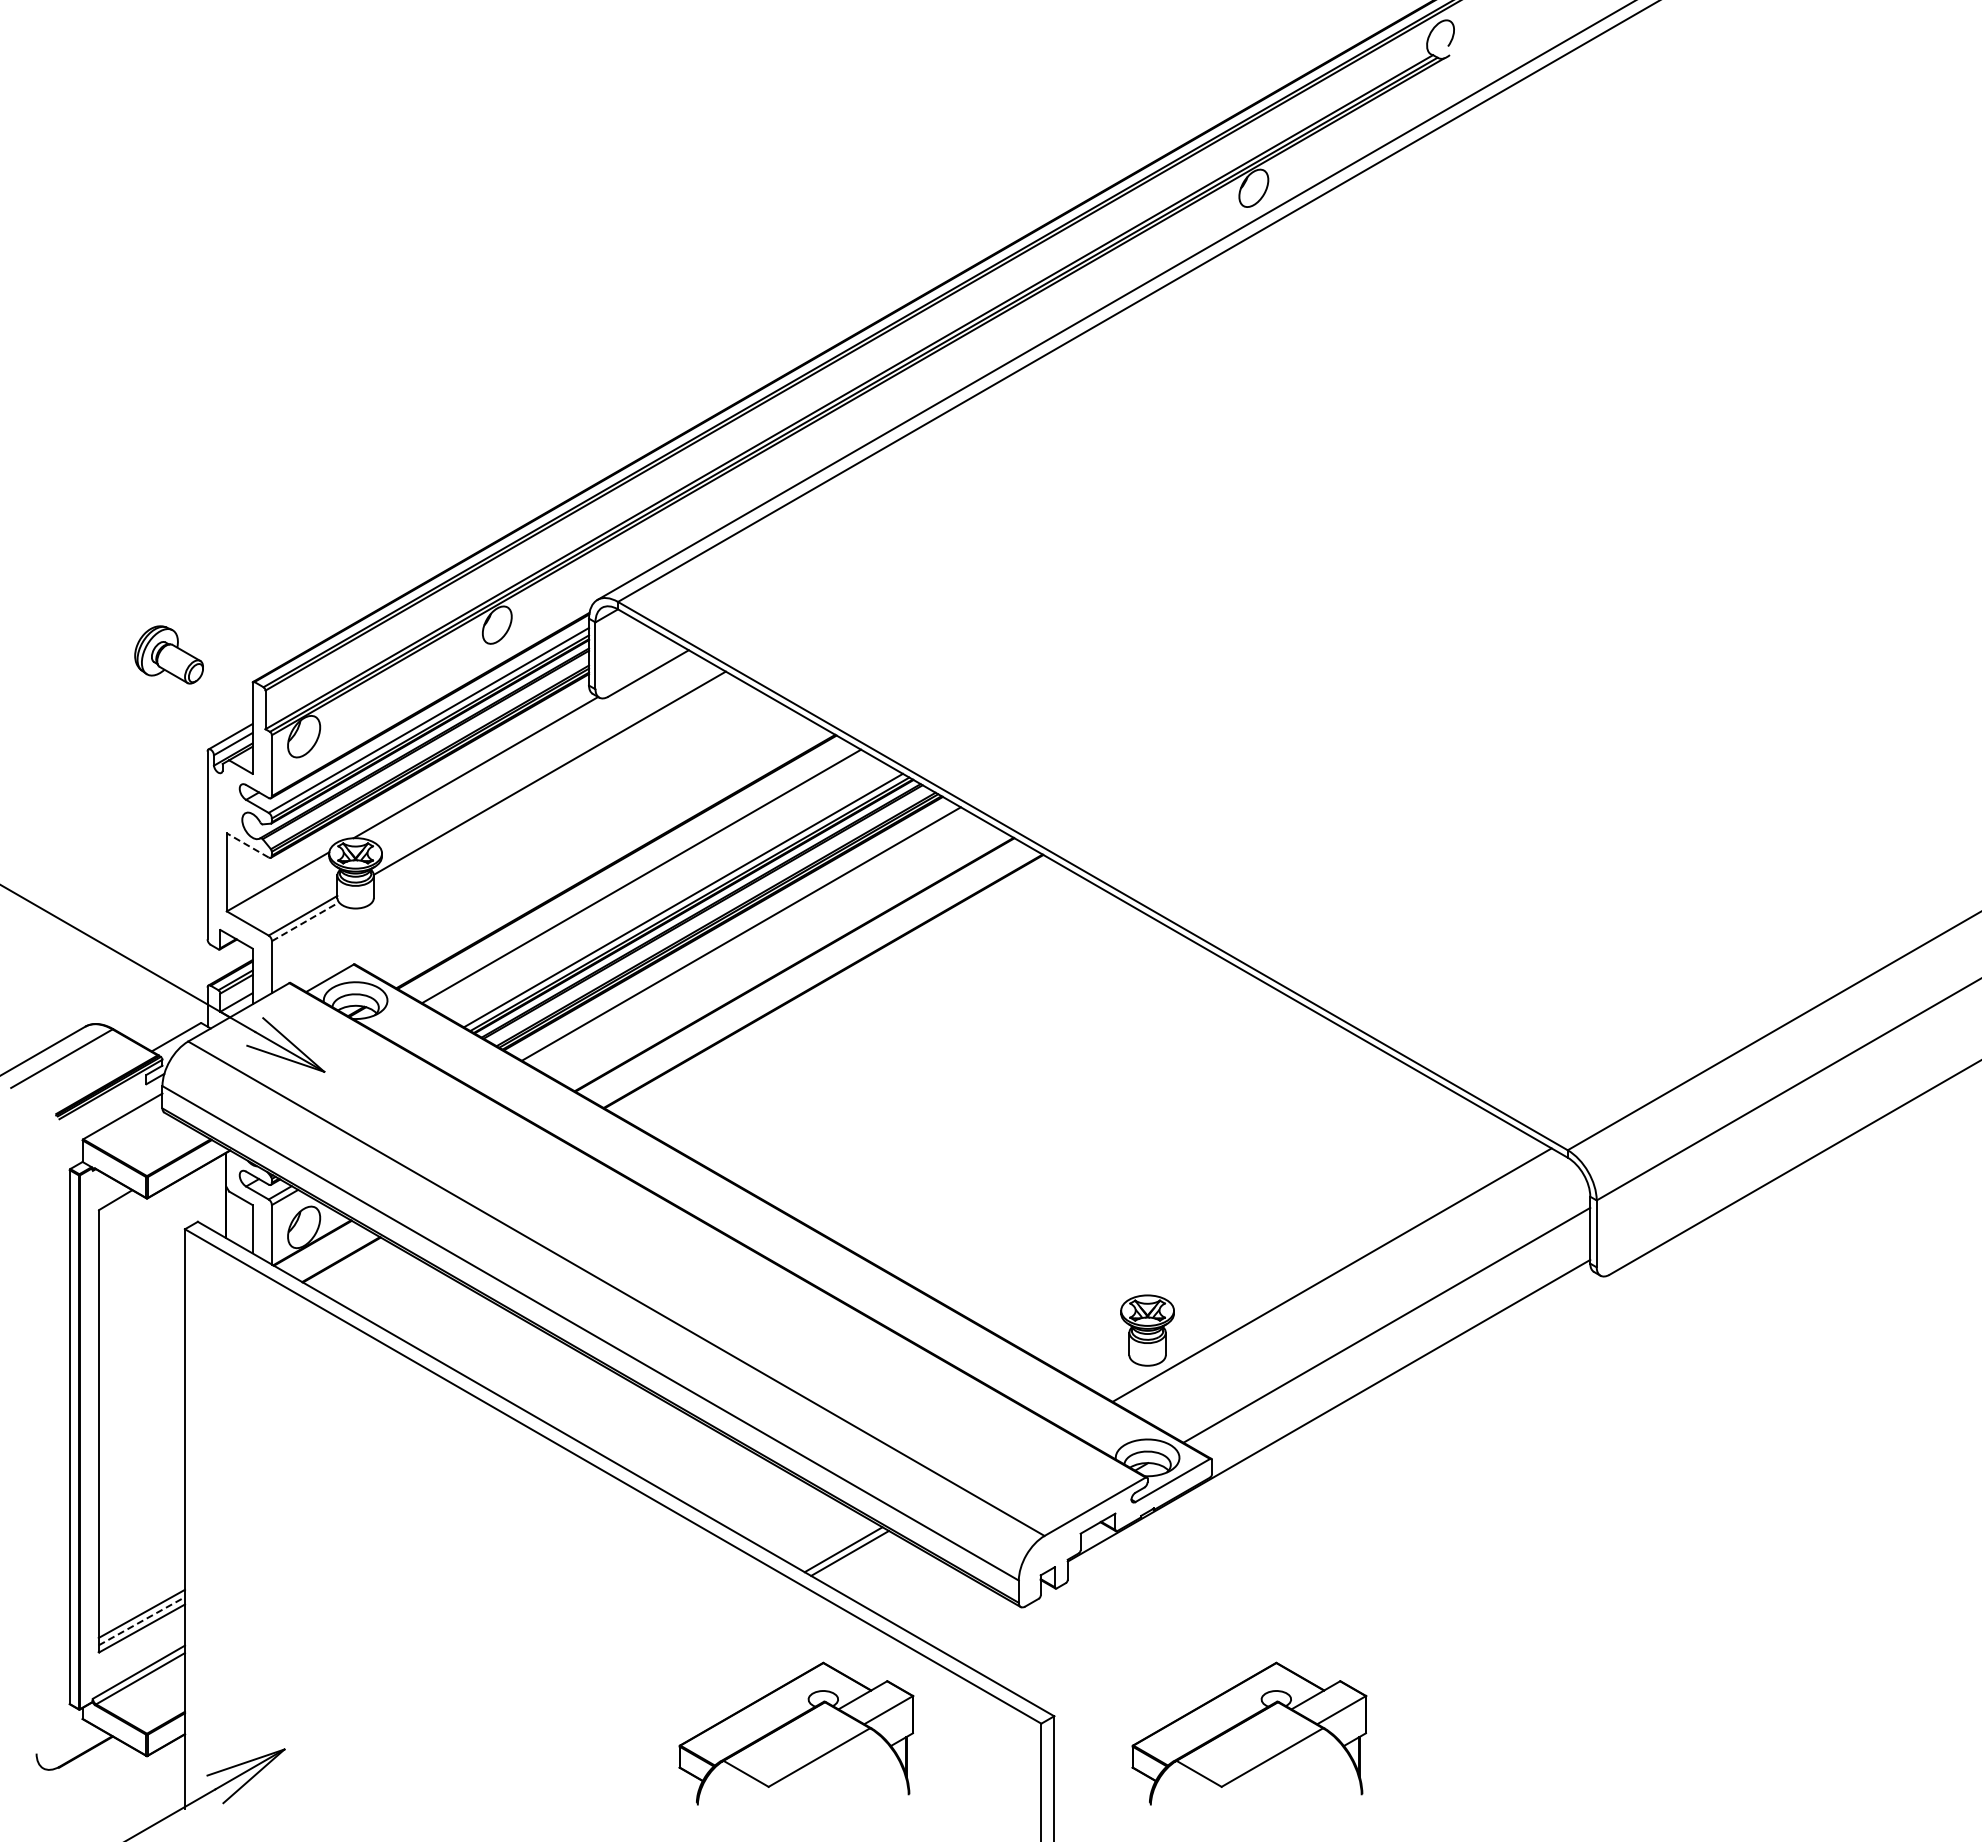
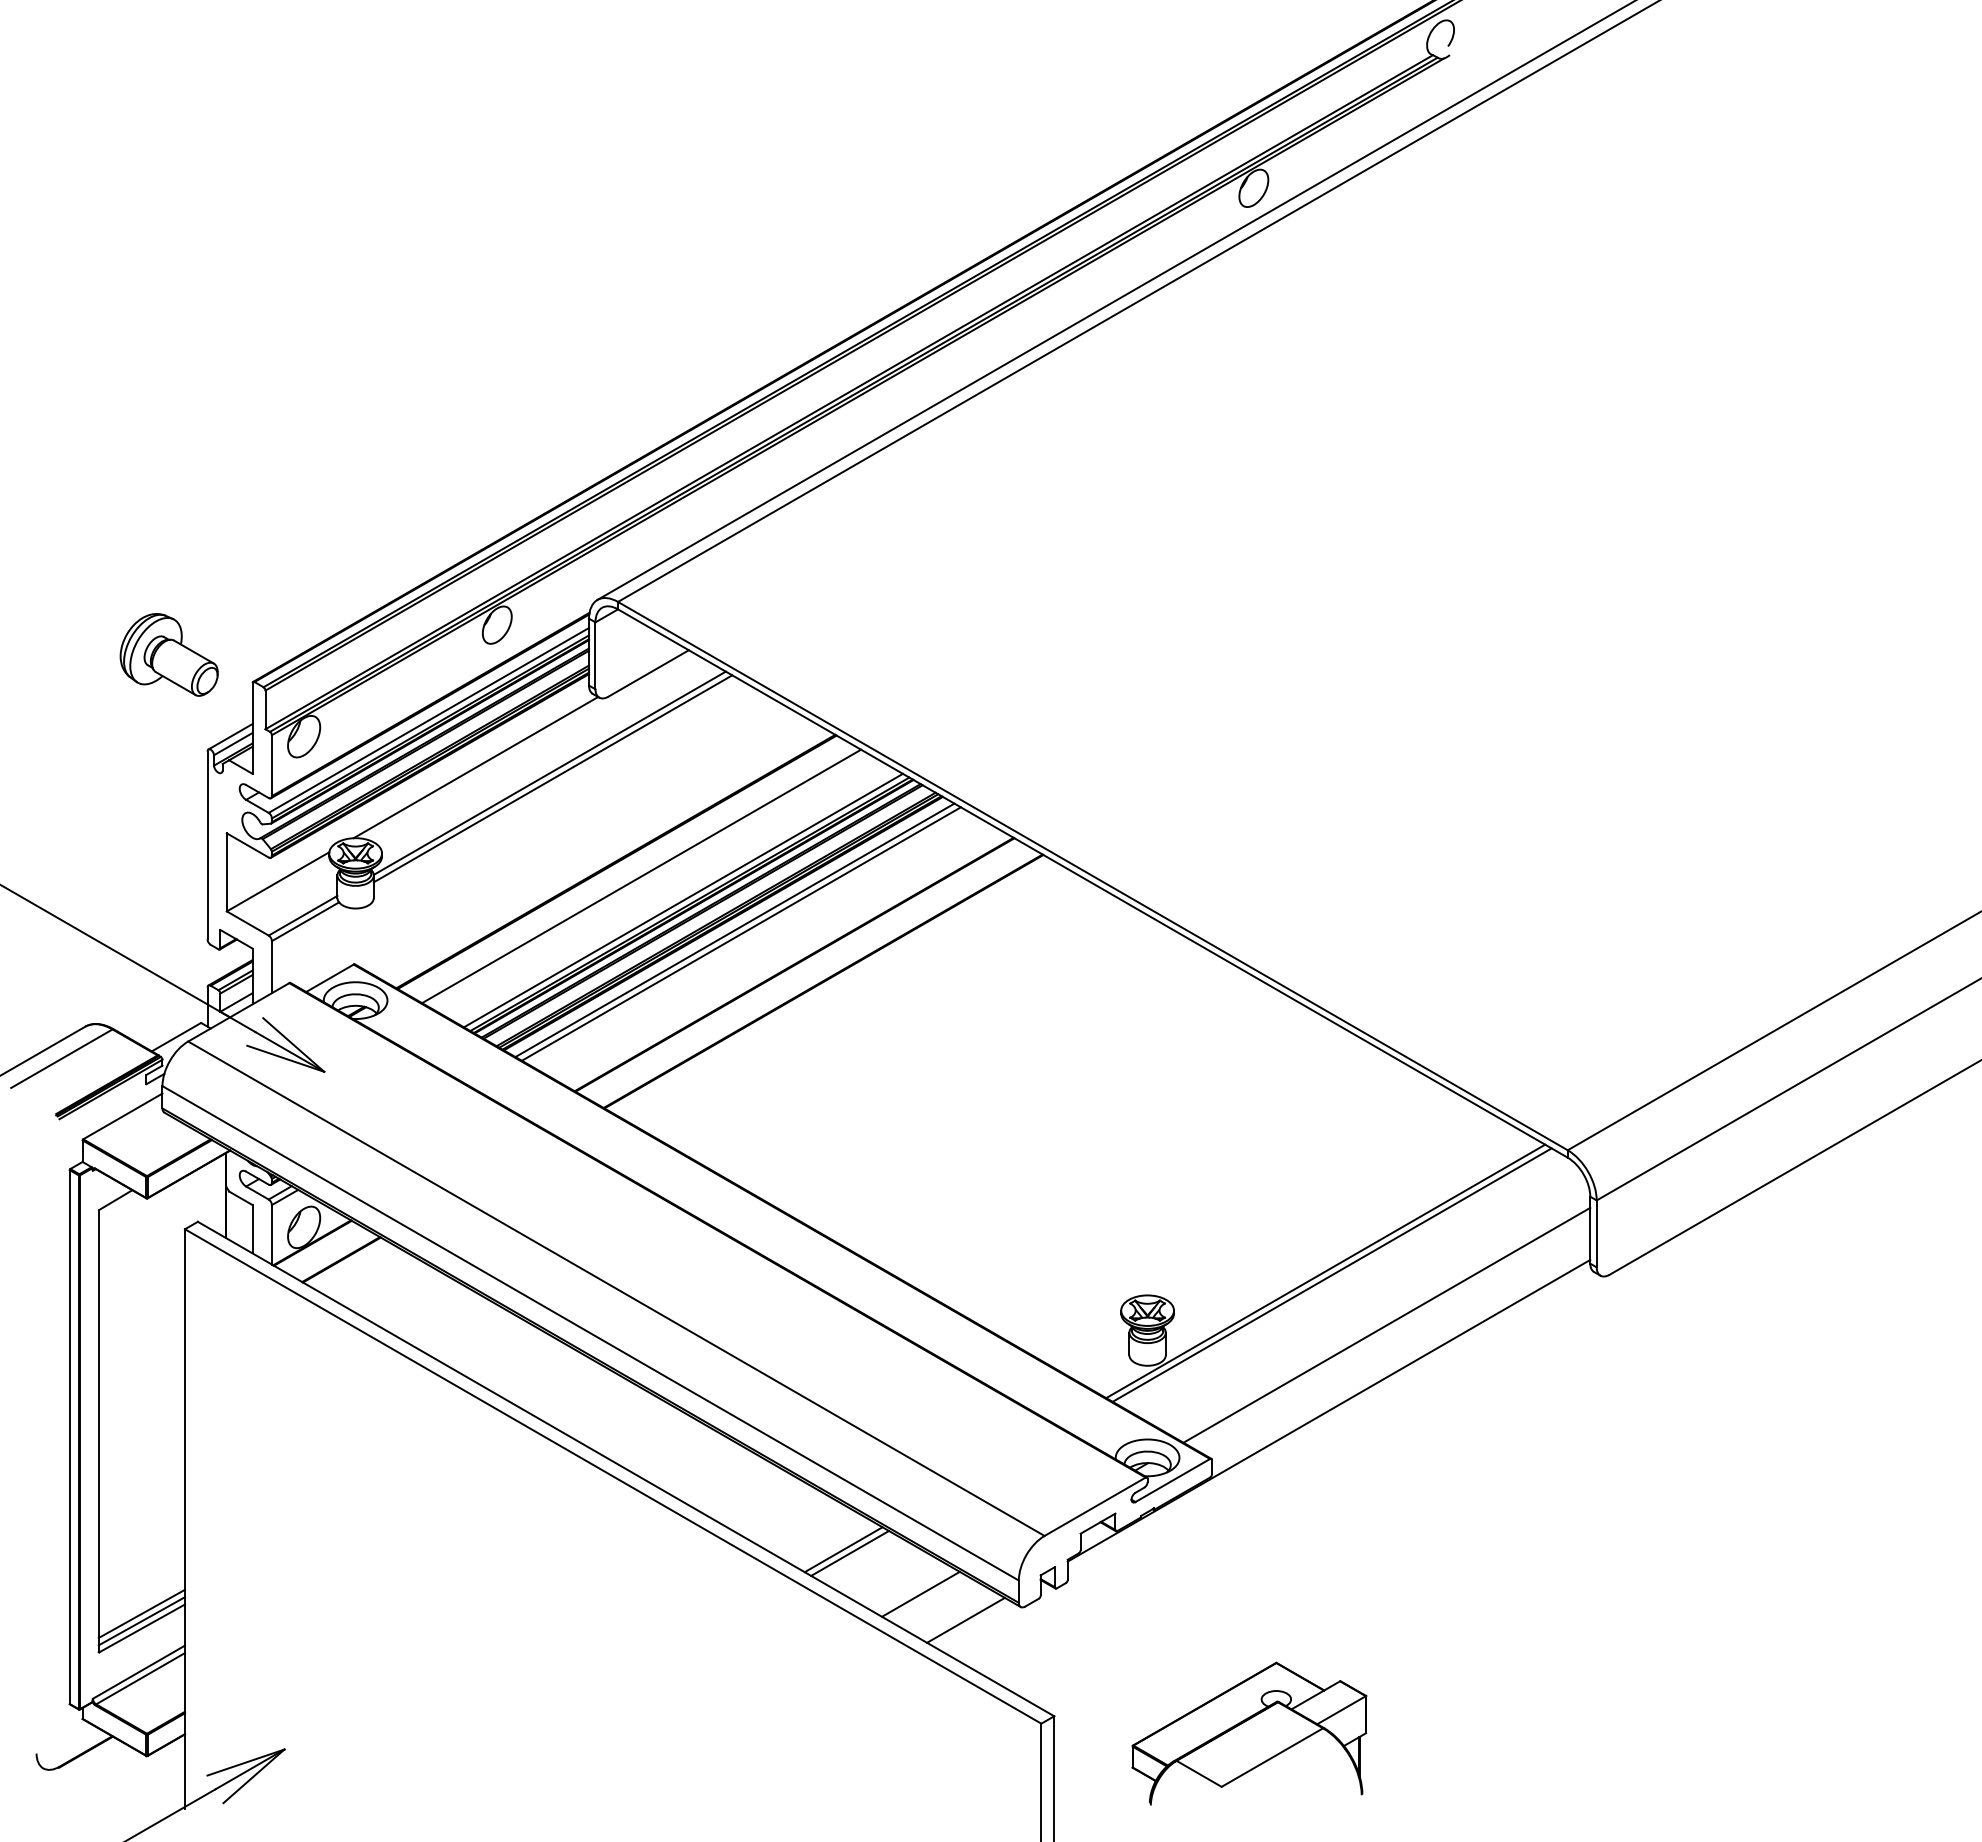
part at (168, 654) size: 70x60 px -> 100x84 px
line at (552, 778): none -> present
line at (247, 845): dashed -> solid
line at (305, 921): dashed -> solid
line at (734, 930): none -> present
line at (1325, 1271): none -> present
line at (920, 1593): none -> present
line at (965, 1619): none -> present
line at (142, 1621): dashed -> solid
part at (796, 1733): present -> none
